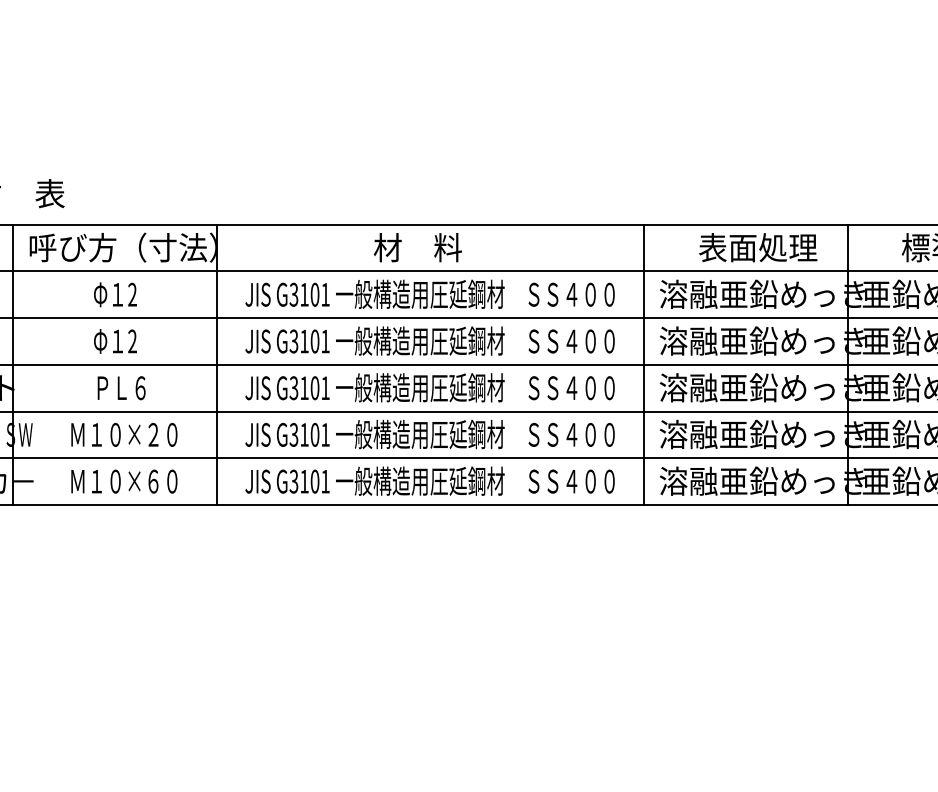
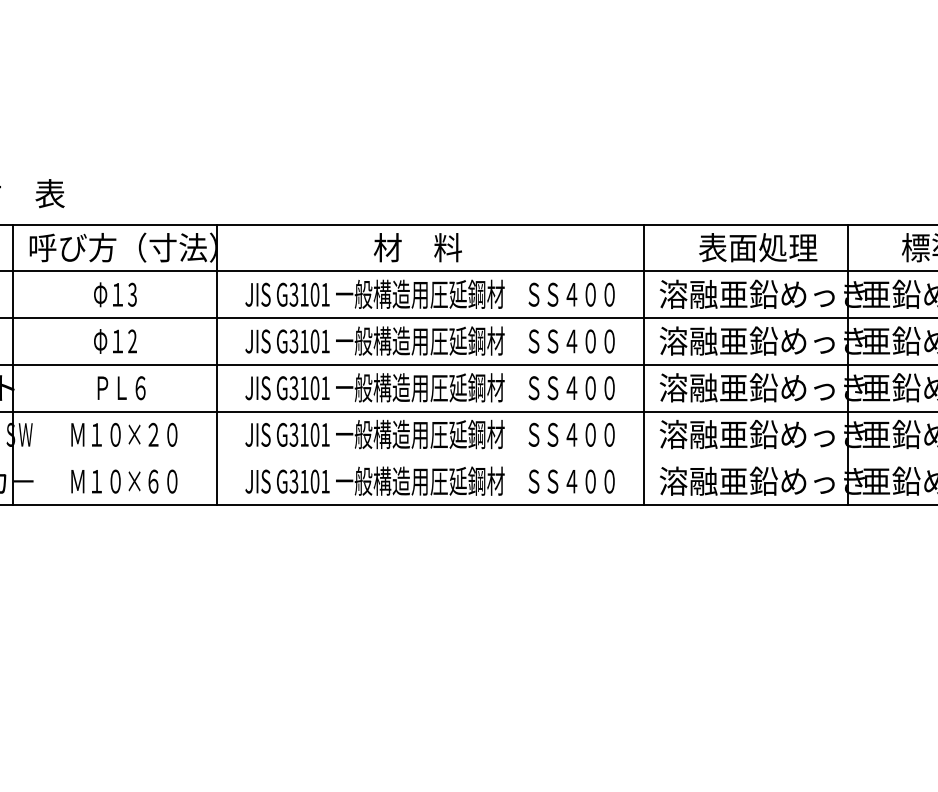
text at (132, 294): 2 -> 3
line at (468, 458): present -> none
